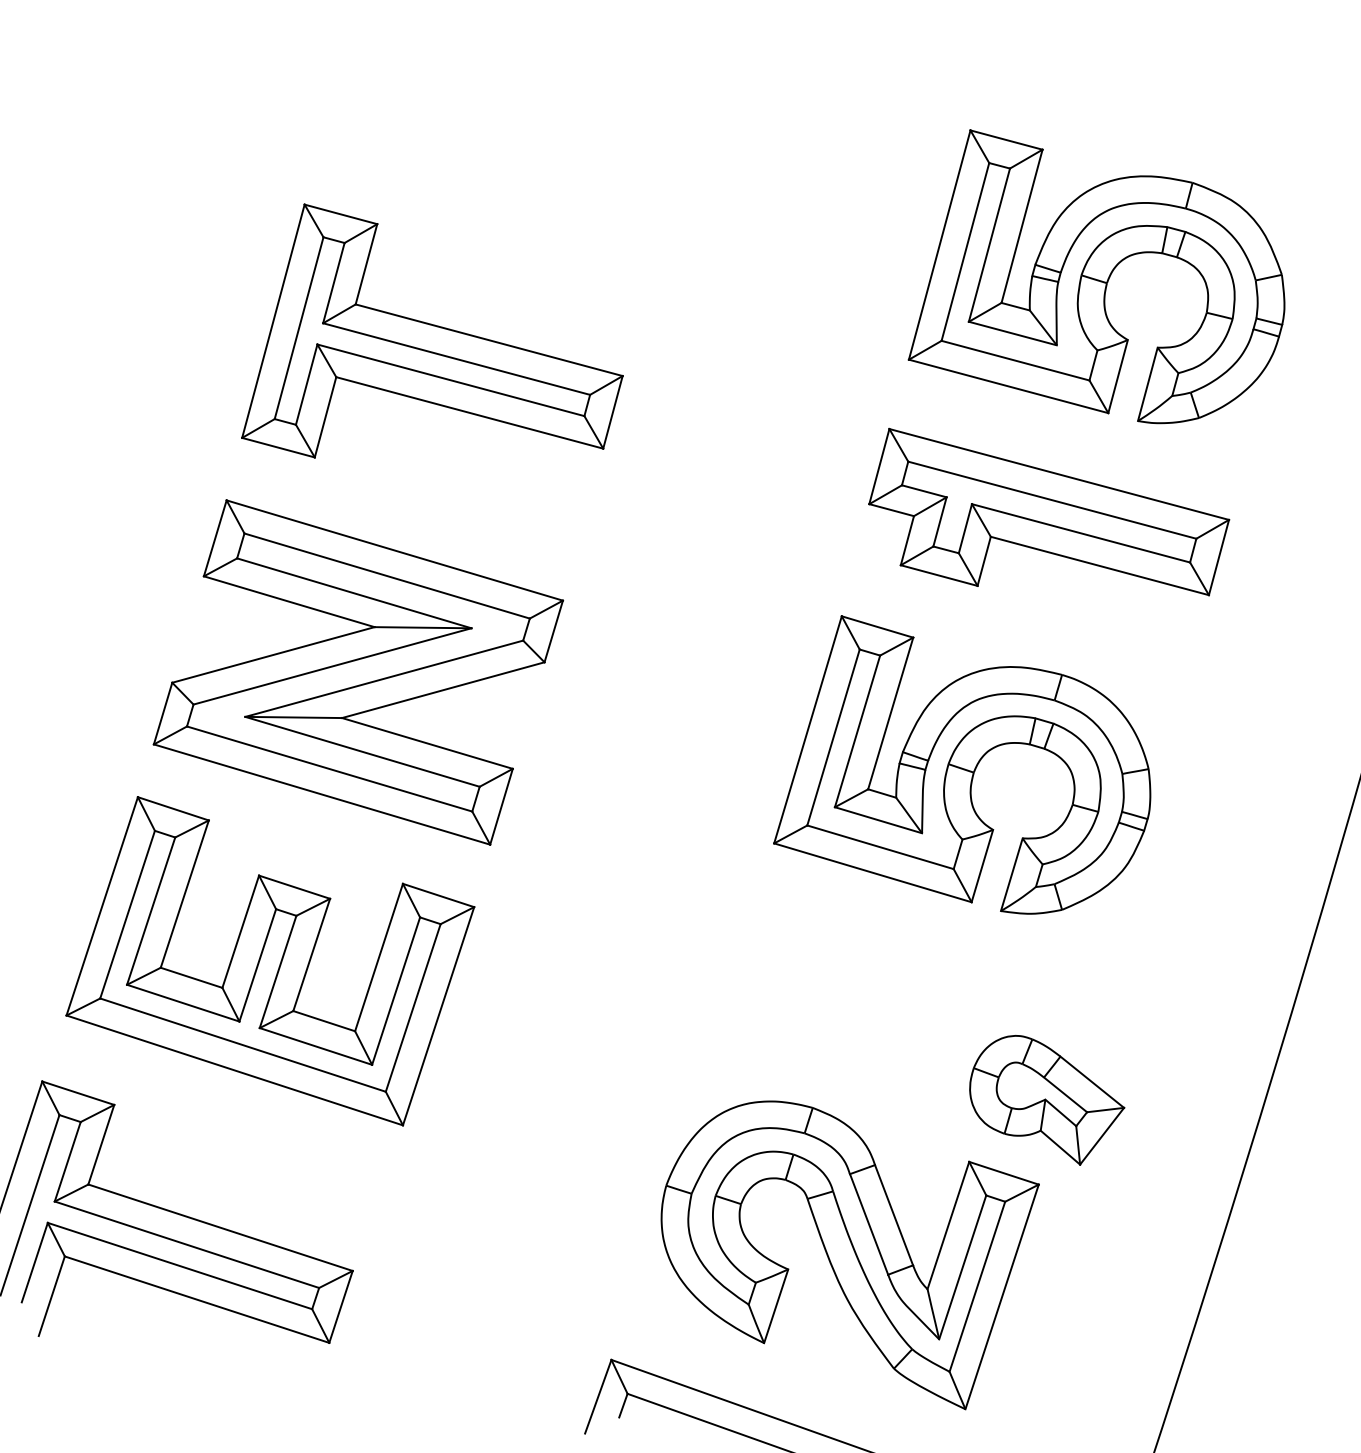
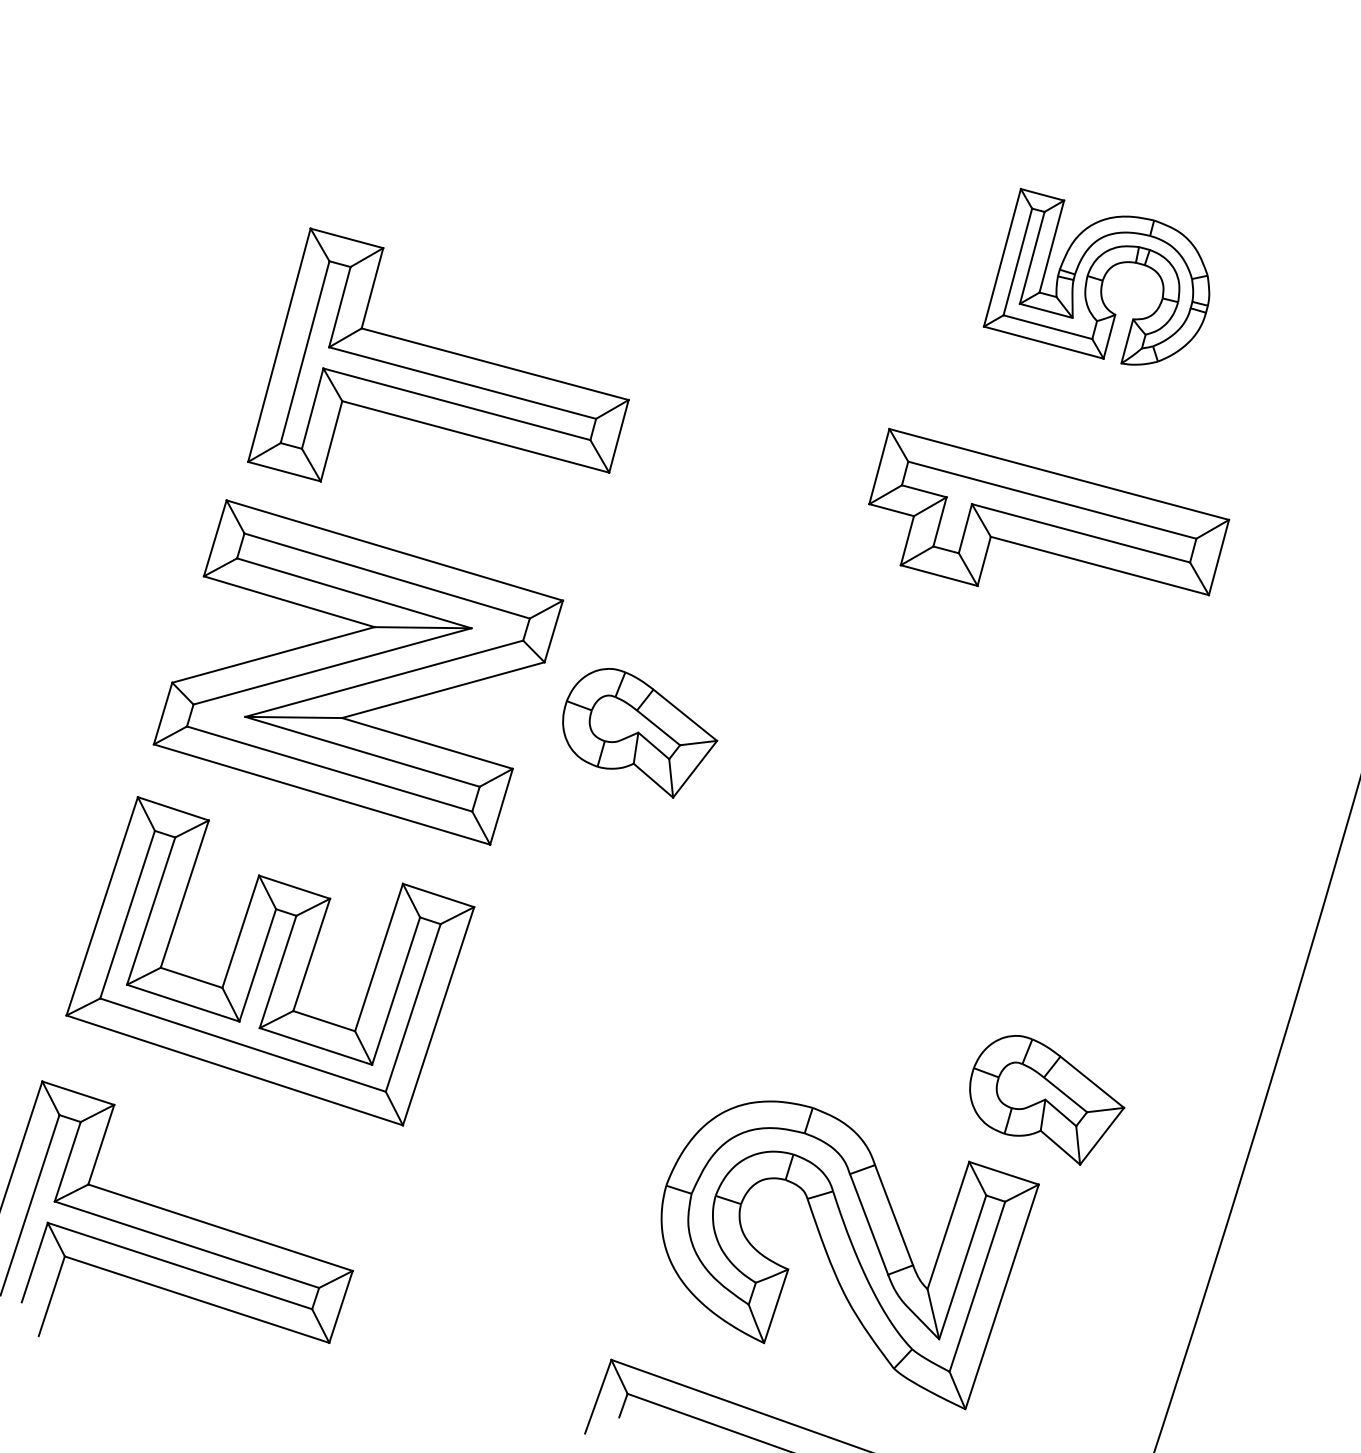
part at (1096, 276) size: 379x296 px -> 229x178 px
part at (432, 330) position: (432, 330) -> (438, 354)
part at (640, 733): none -> present
part at (962, 764): present -> none
